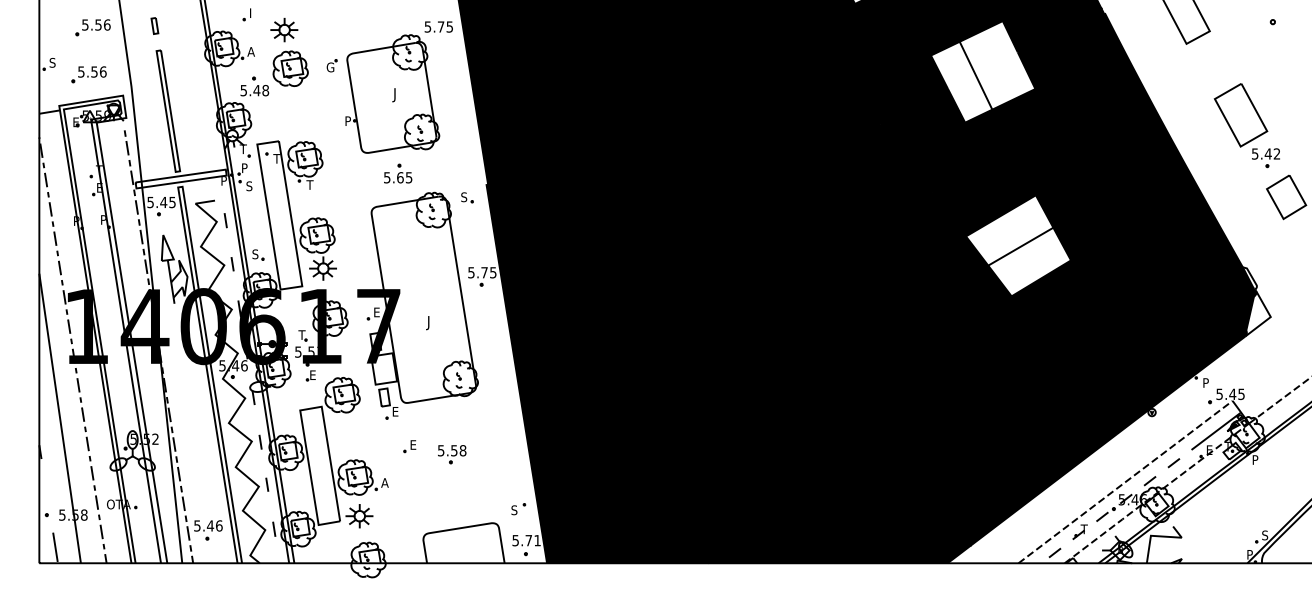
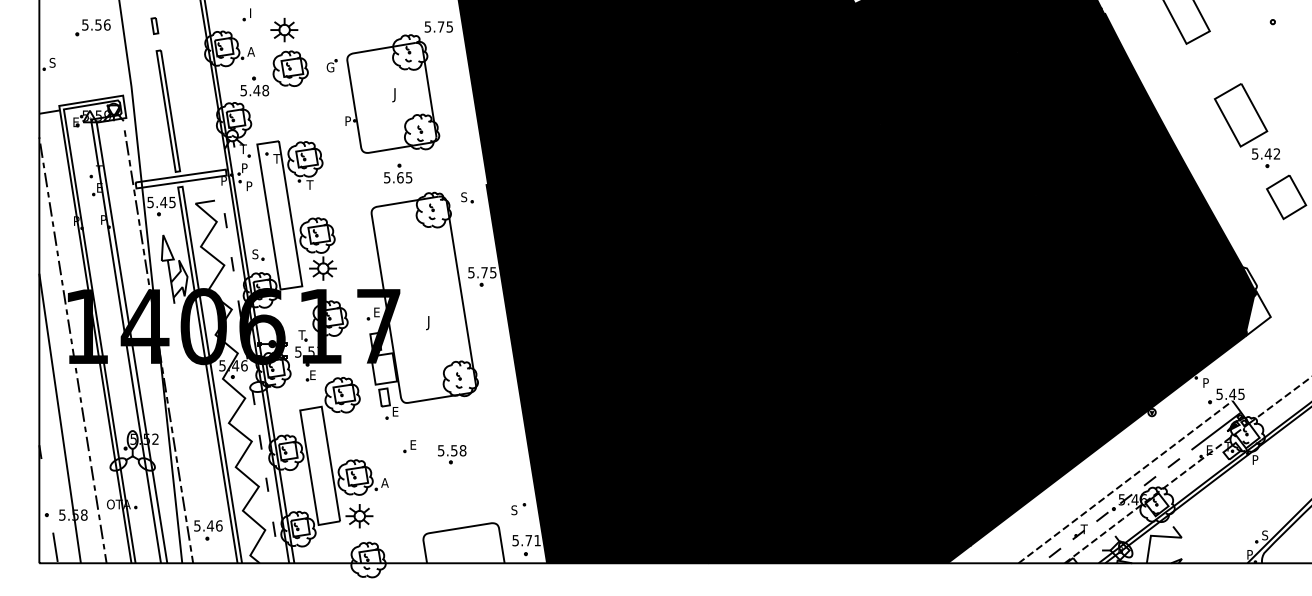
fill at (982, 71): none -> present
part at (88, 74): present -> none
text at (249, 186): S -> P
fill at (1018, 245): none -> present
